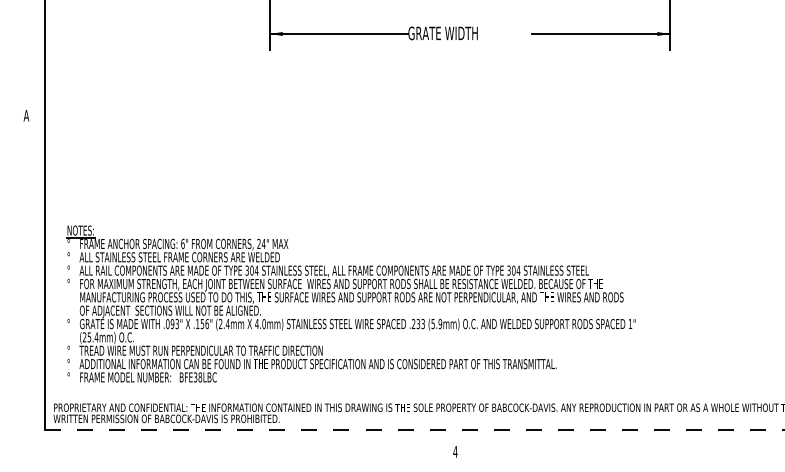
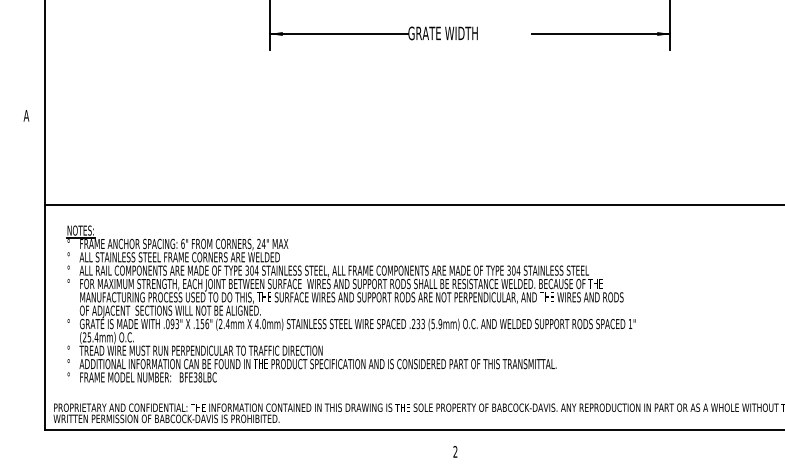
line at (413, 205): none -> present
line at (414, 430): dashed -> solid
text at (455, 451): 4 -> 2
